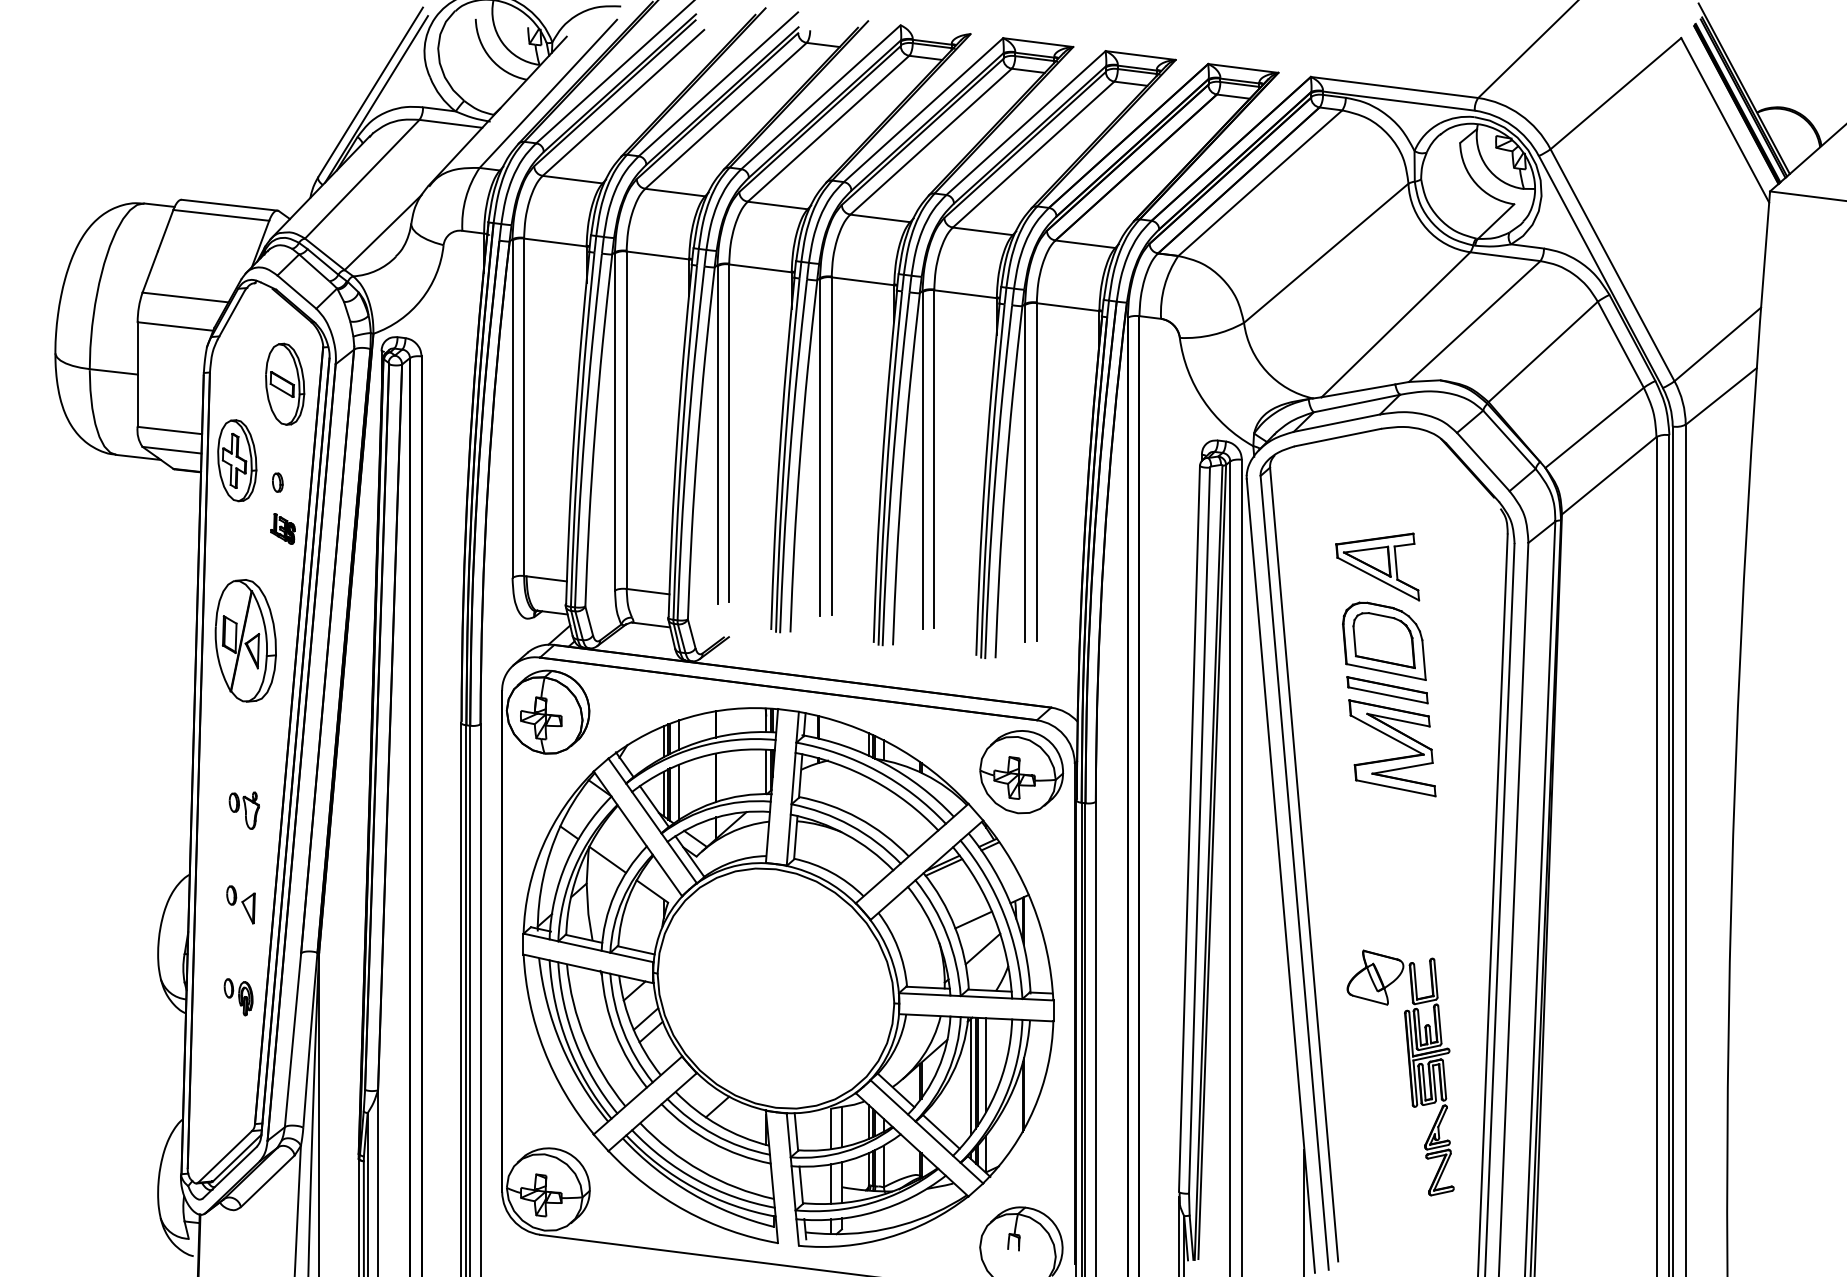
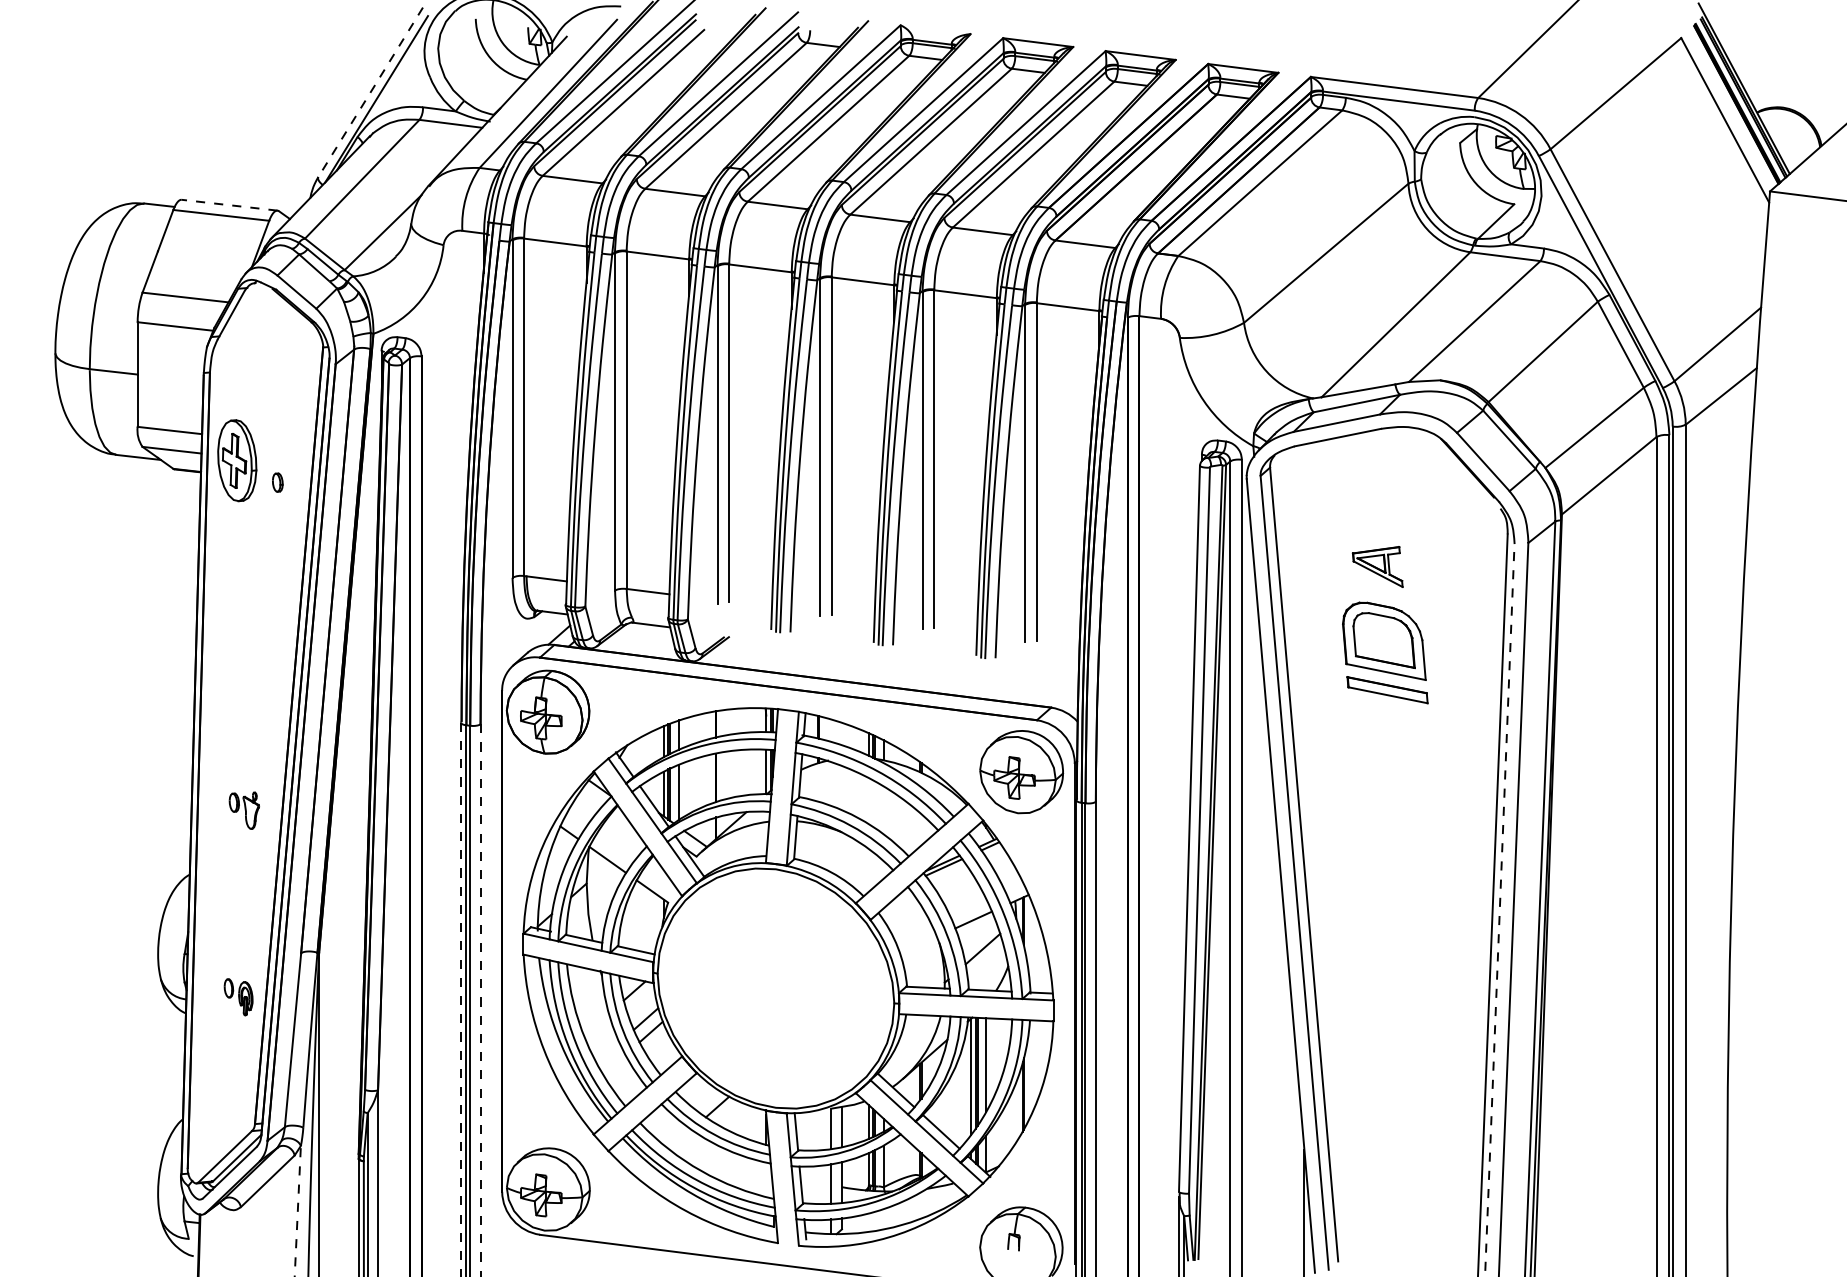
line at (370, 92): solid -> dashed
line at (229, 205): solid -> dashed
part at (285, 383): present -> none
part at (282, 528): present -> none
part at (1377, 566) size: 86x70 px -> 53x42 px
part at (245, 640): present -> none
part at (1396, 741): present -> none
part at (240, 904): present -> none
line at (1499, 910): solid -> dashed
line at (461, 999): solid -> dashed
line at (480, 1000): solid -> dashed
part at (1408, 1068): present -> none
line at (297, 1210): solid -> dashed
